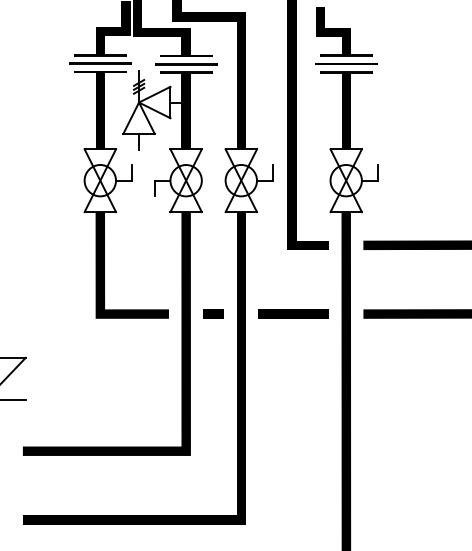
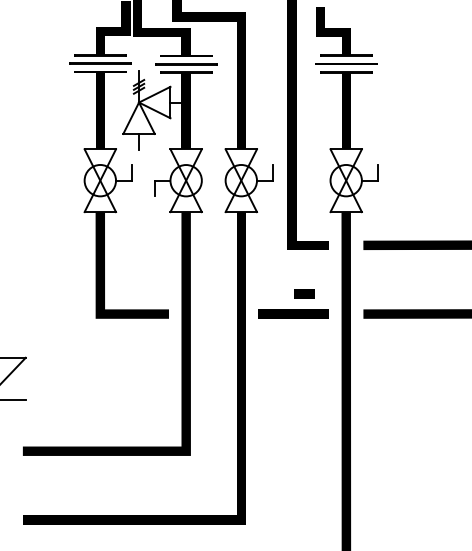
line at (213, 313) position: (213, 313) -> (304, 293)
